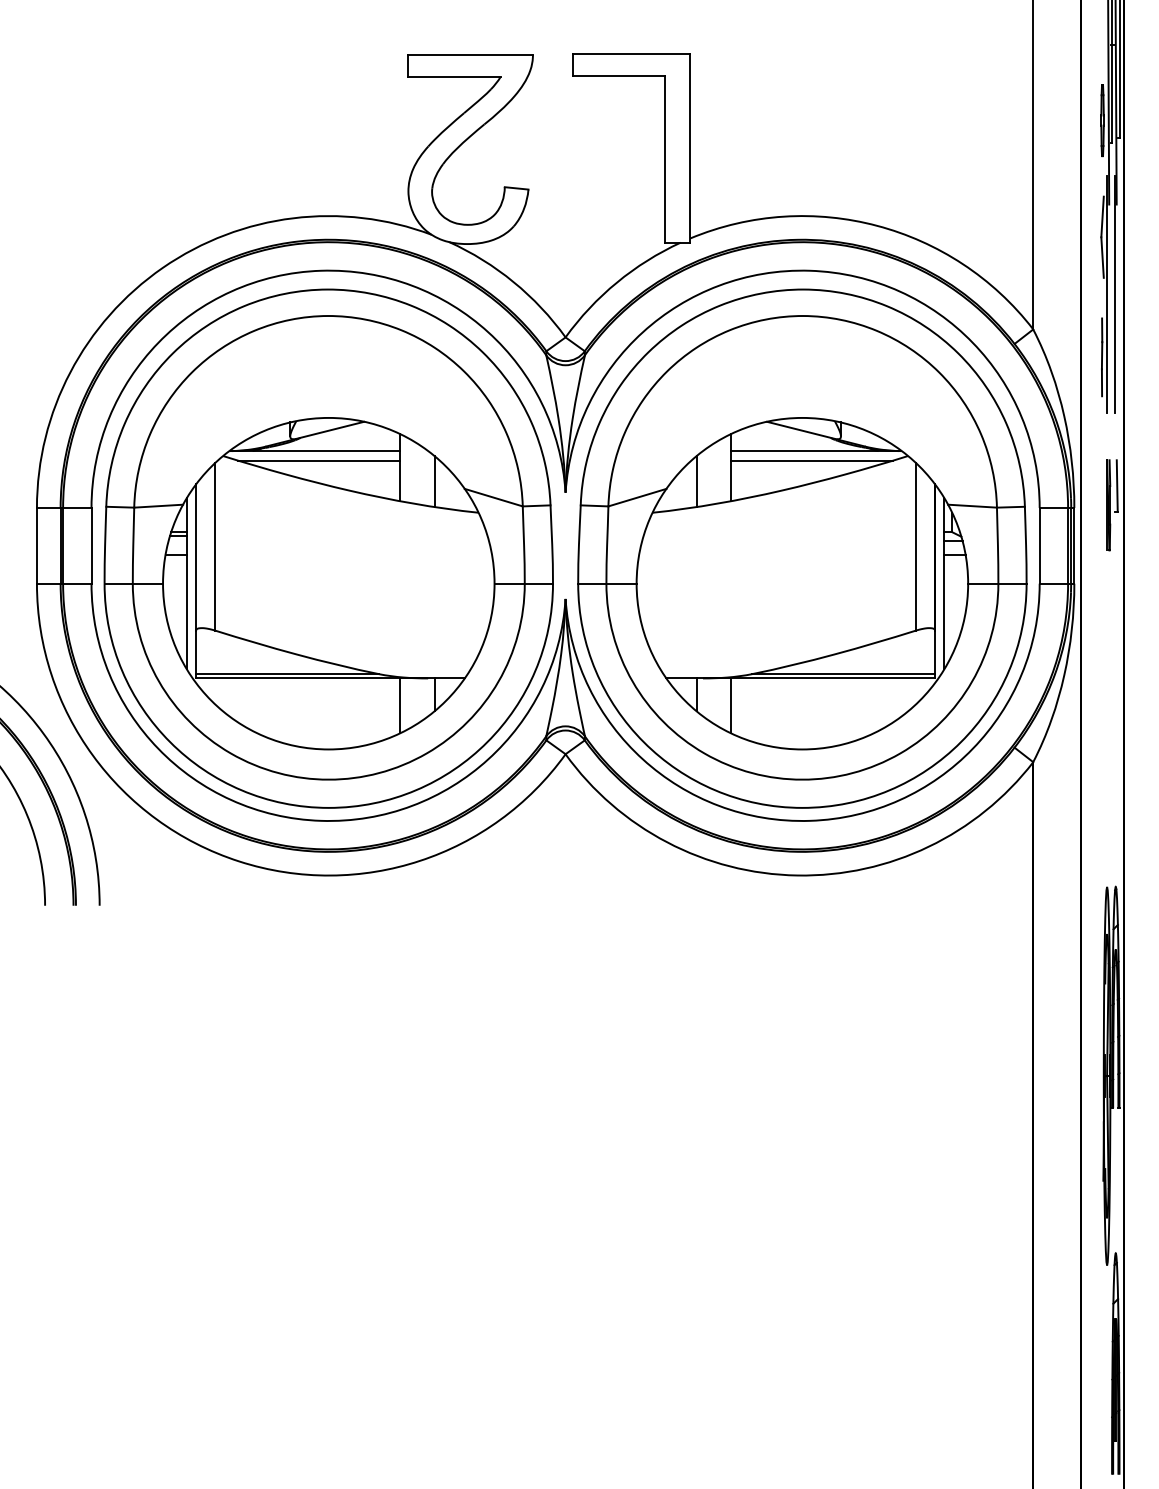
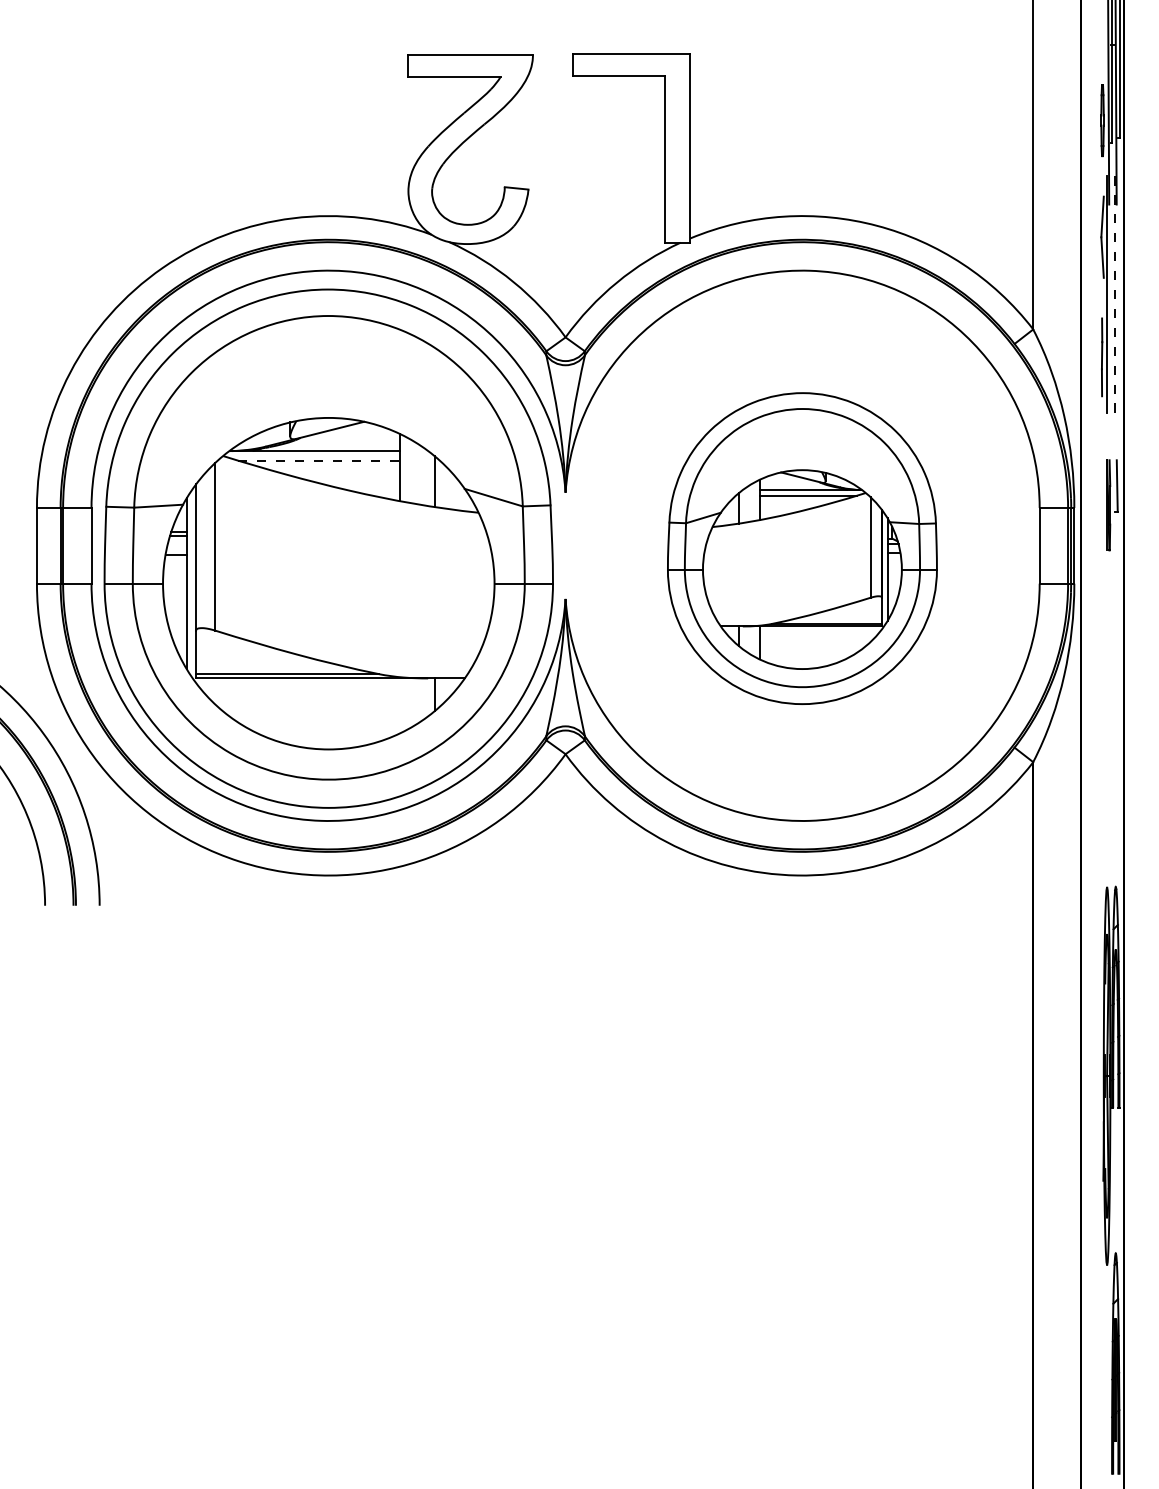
line at (1114, 295): solid -> dashed
line at (318, 460): solid -> dashed
part at (802, 548) size: 451x521 px -> 271x313 px
line at (399, 705): present -> none
